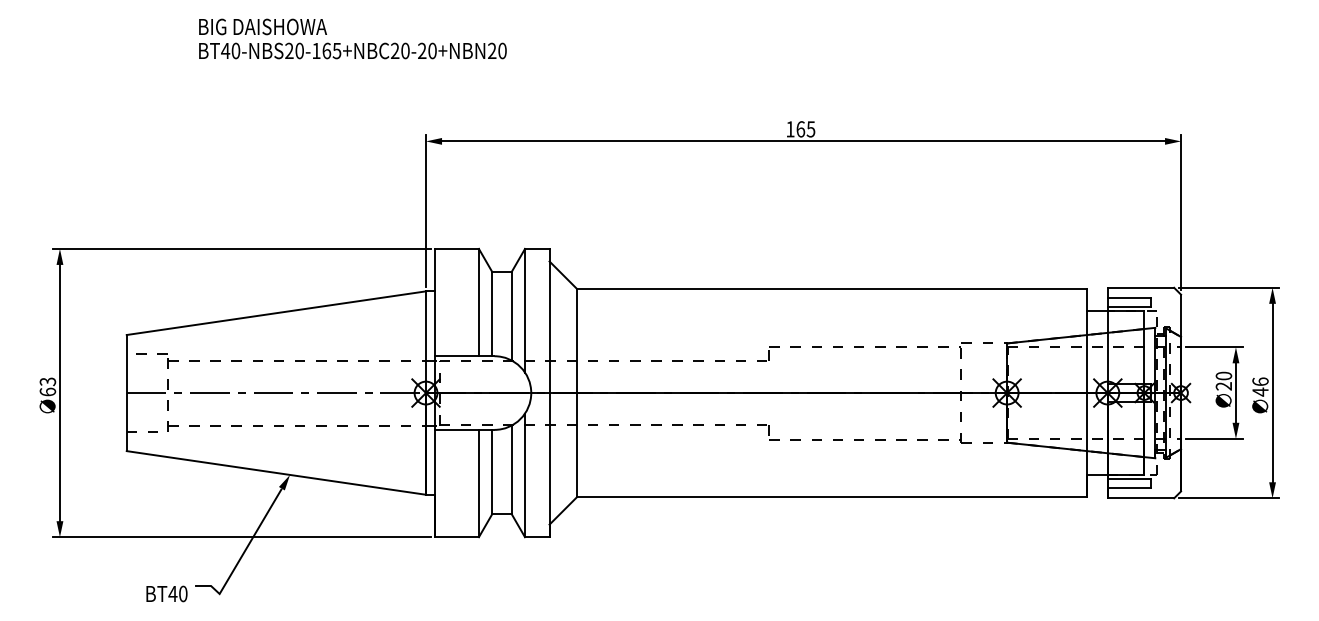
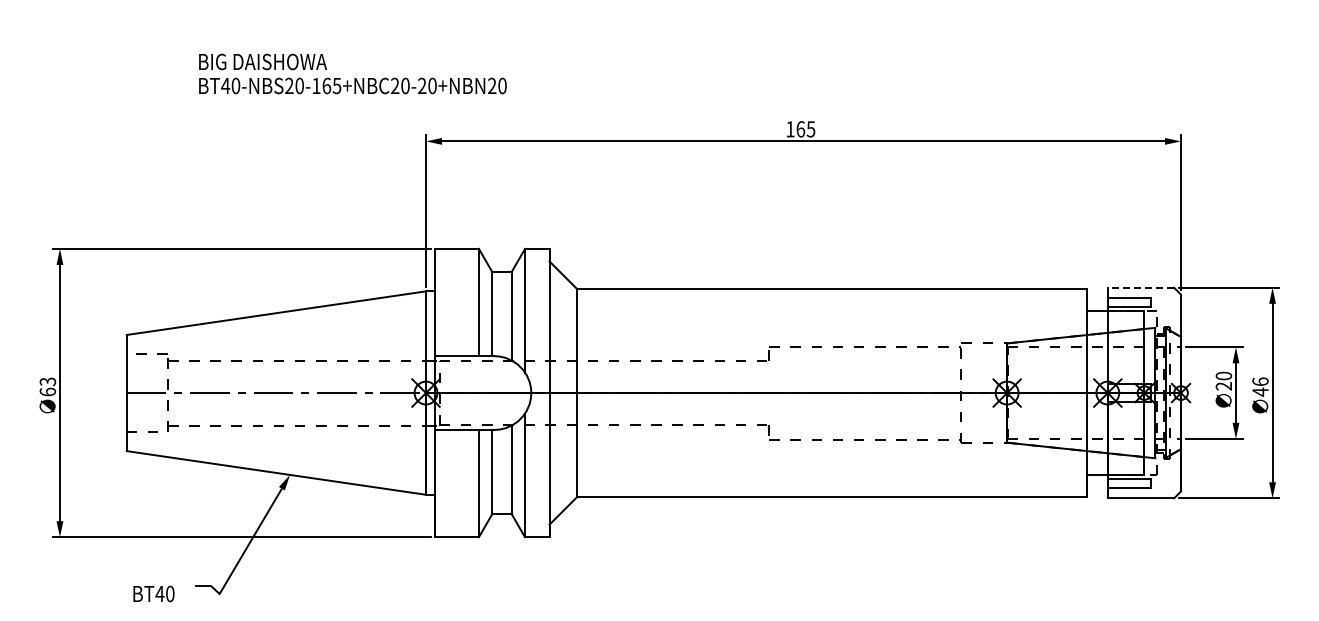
text at (352, 38) position: (352, 38) -> (352, 73)
line at (1140, 287): solid -> dashed
text at (166, 593) position: (166, 593) -> (153, 593)
